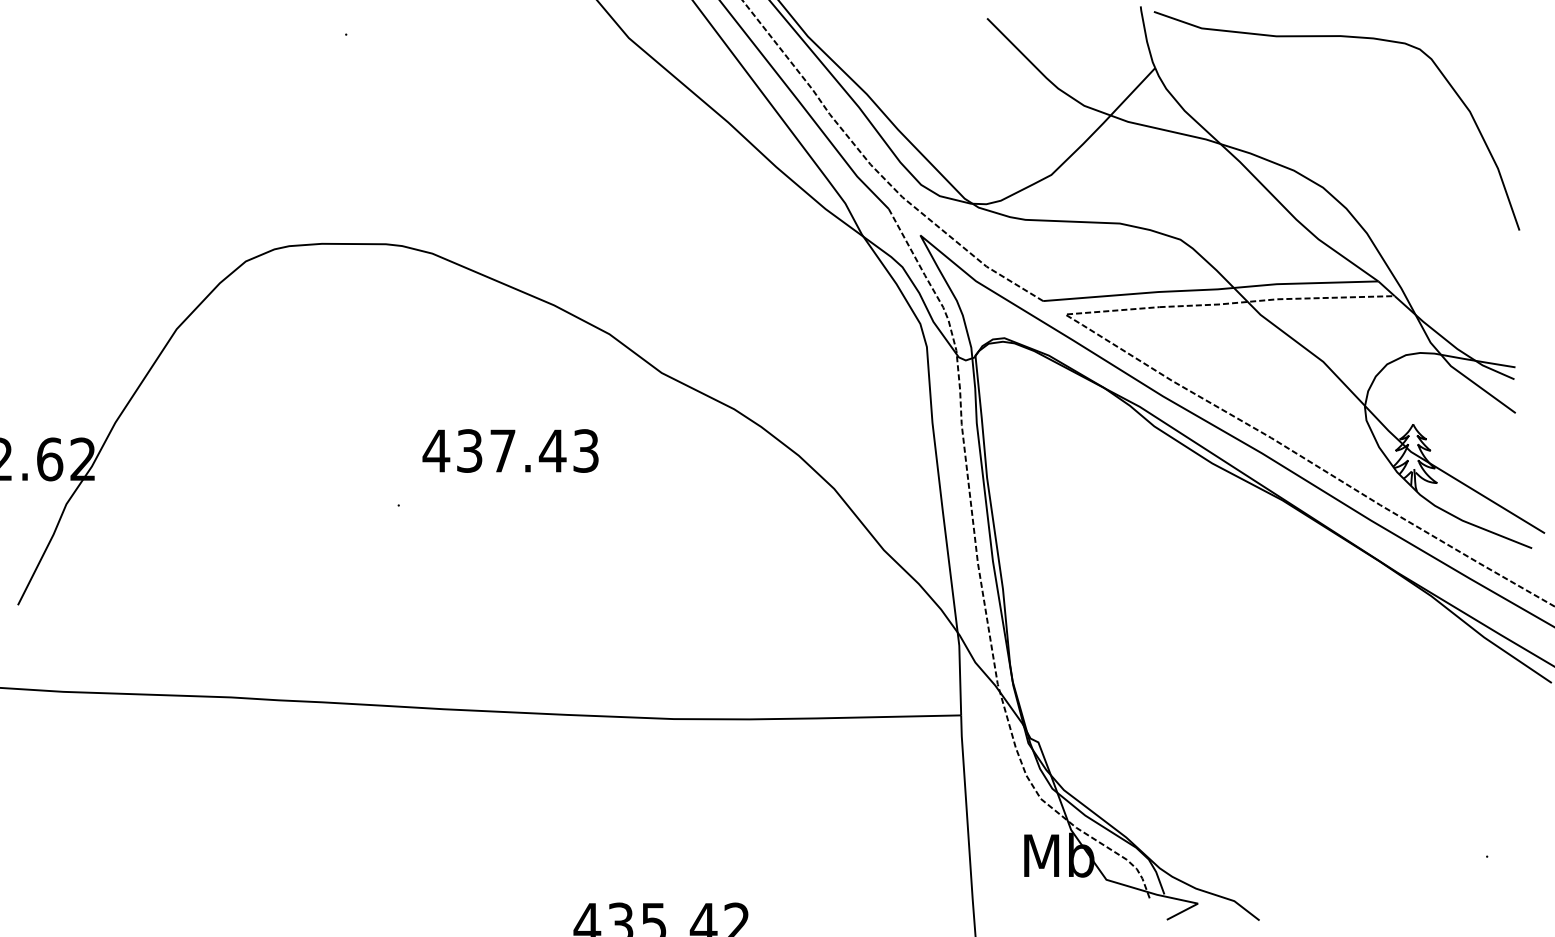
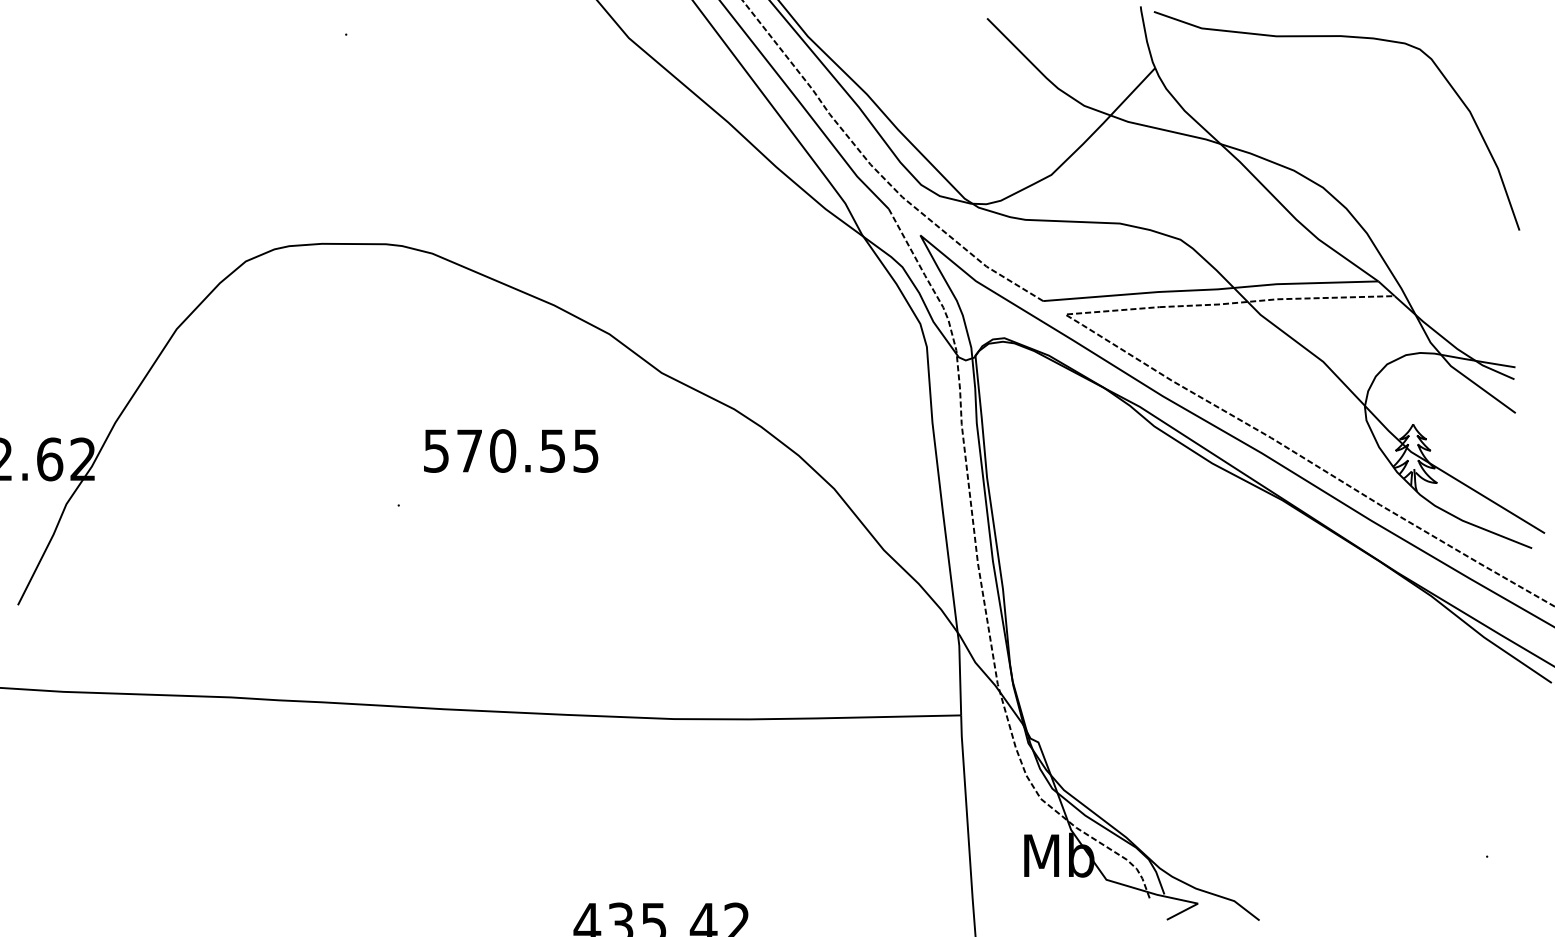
text at (510, 450): 437.43 -> 570.55
